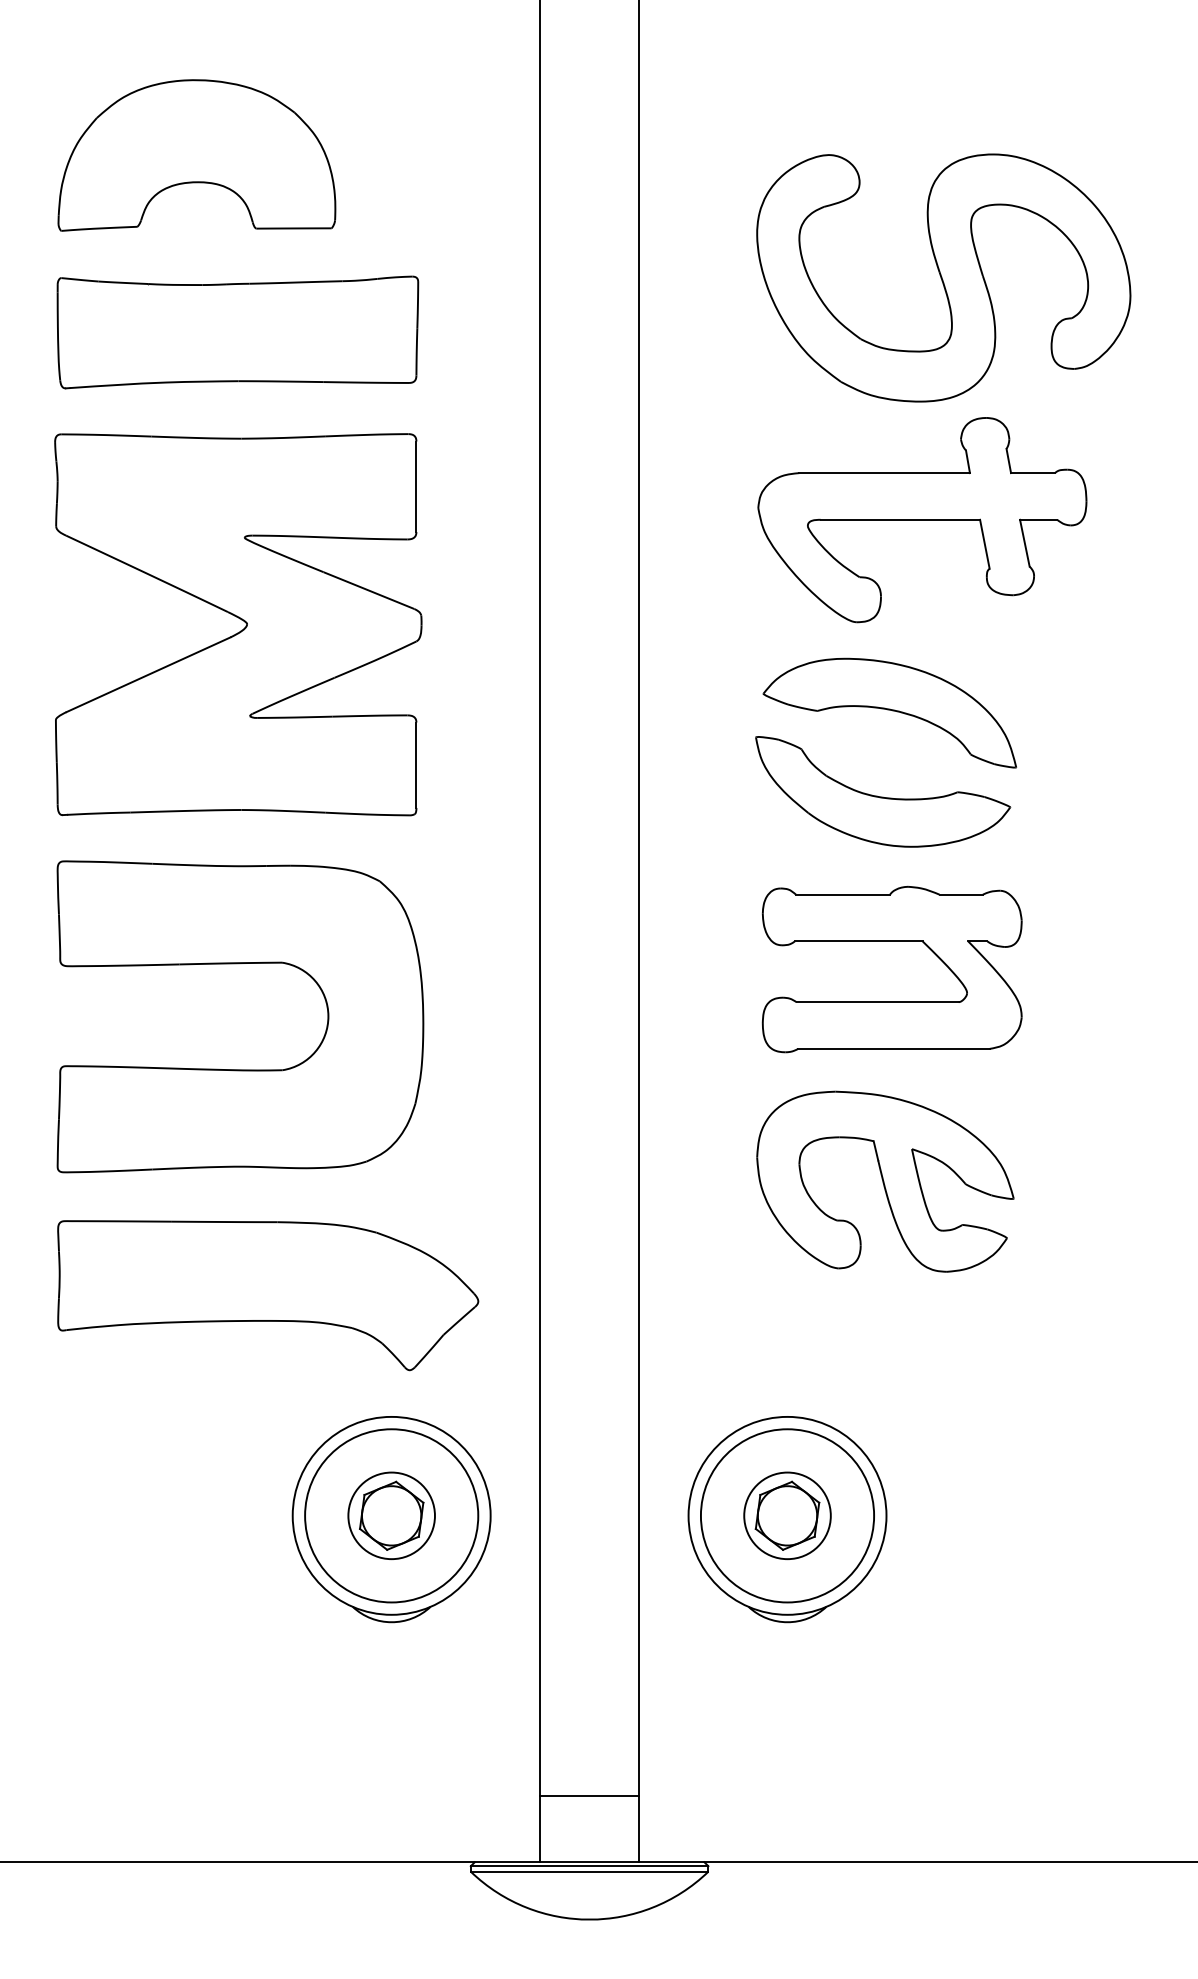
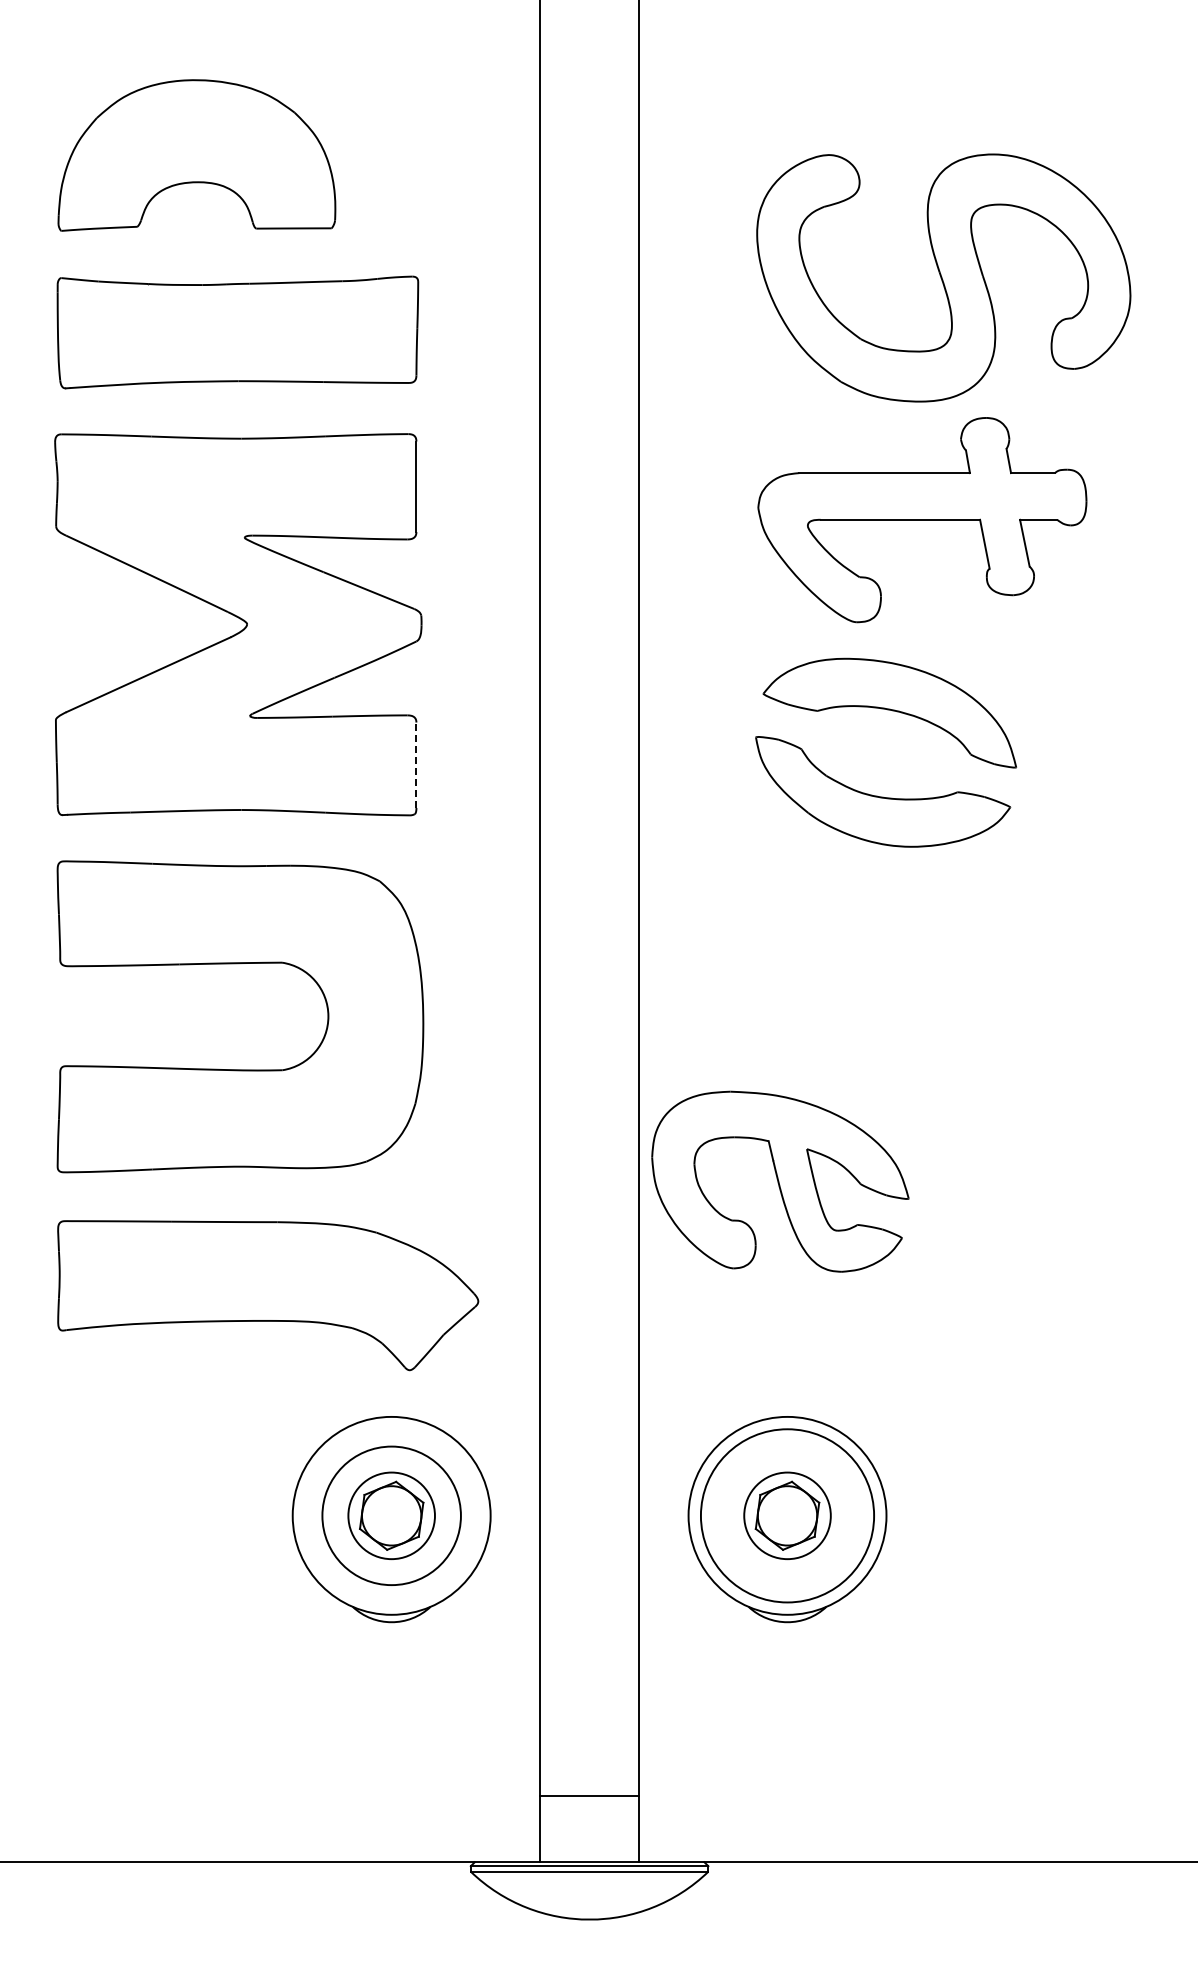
line at (416, 765): solid -> dashed
part at (891, 941): present -> none
part at (885, 1181) position: (885, 1181) -> (780, 1181)
circle at (391, 1515) diameter: 173 px -> 139 px
